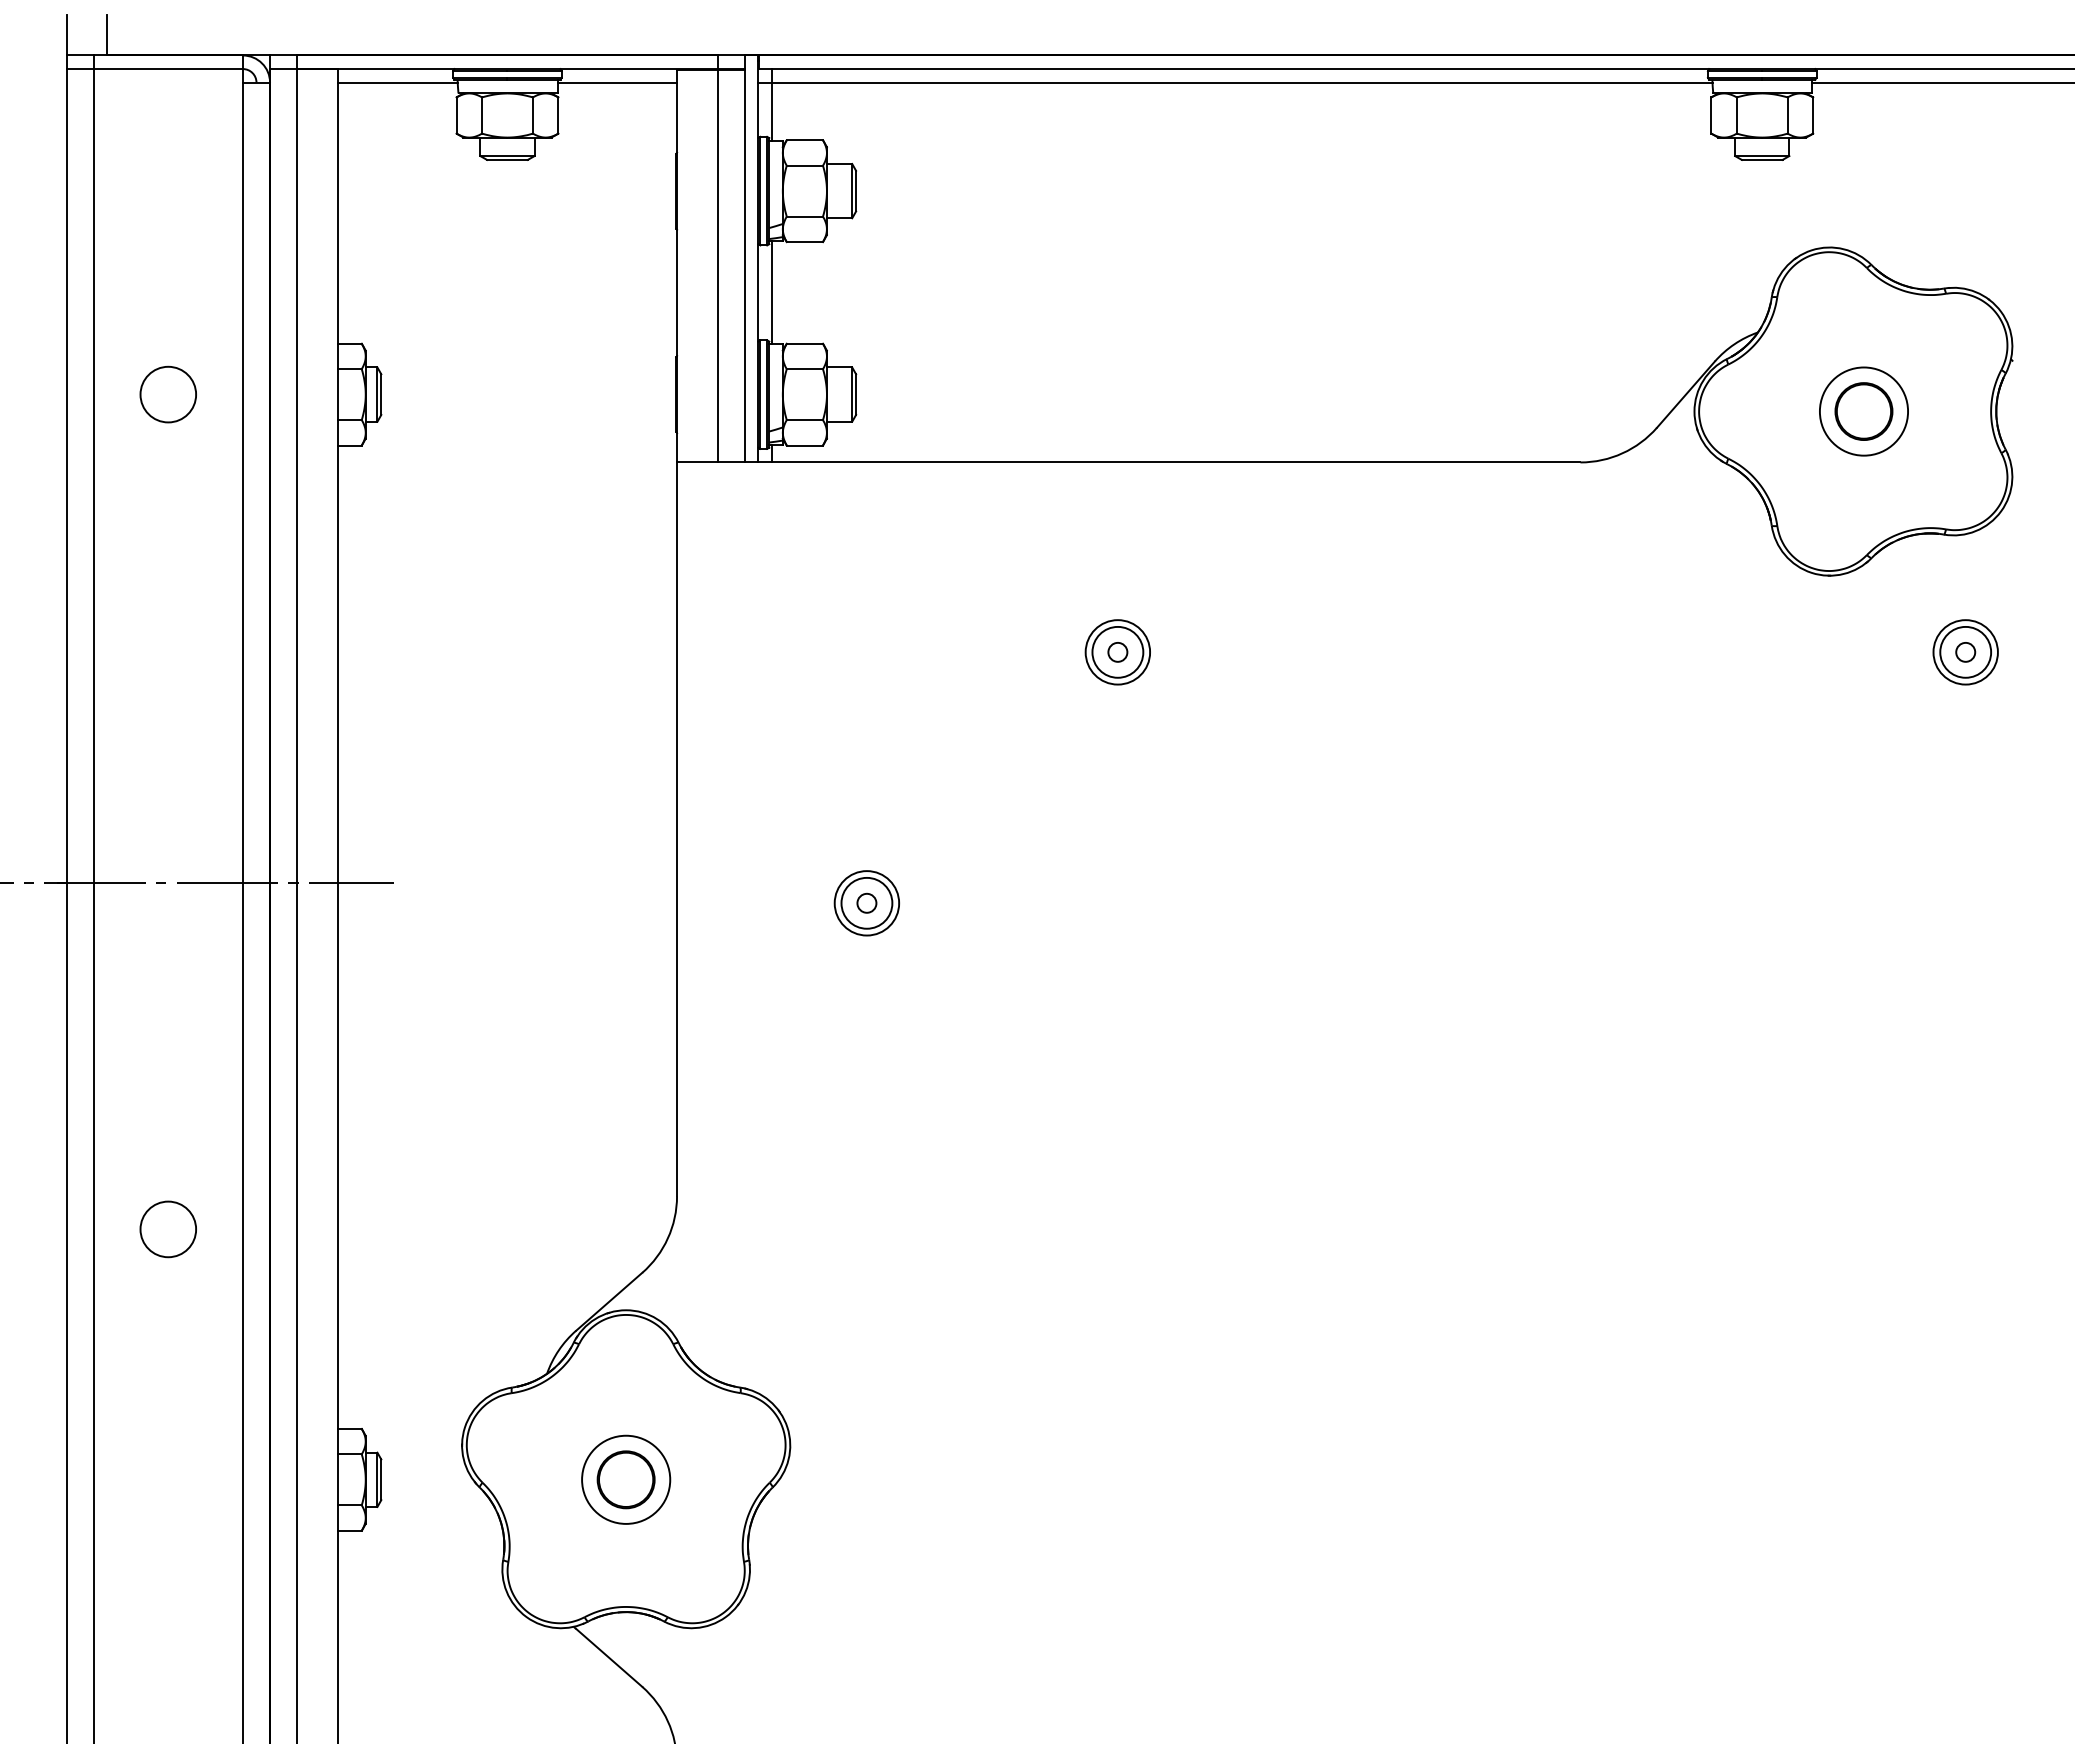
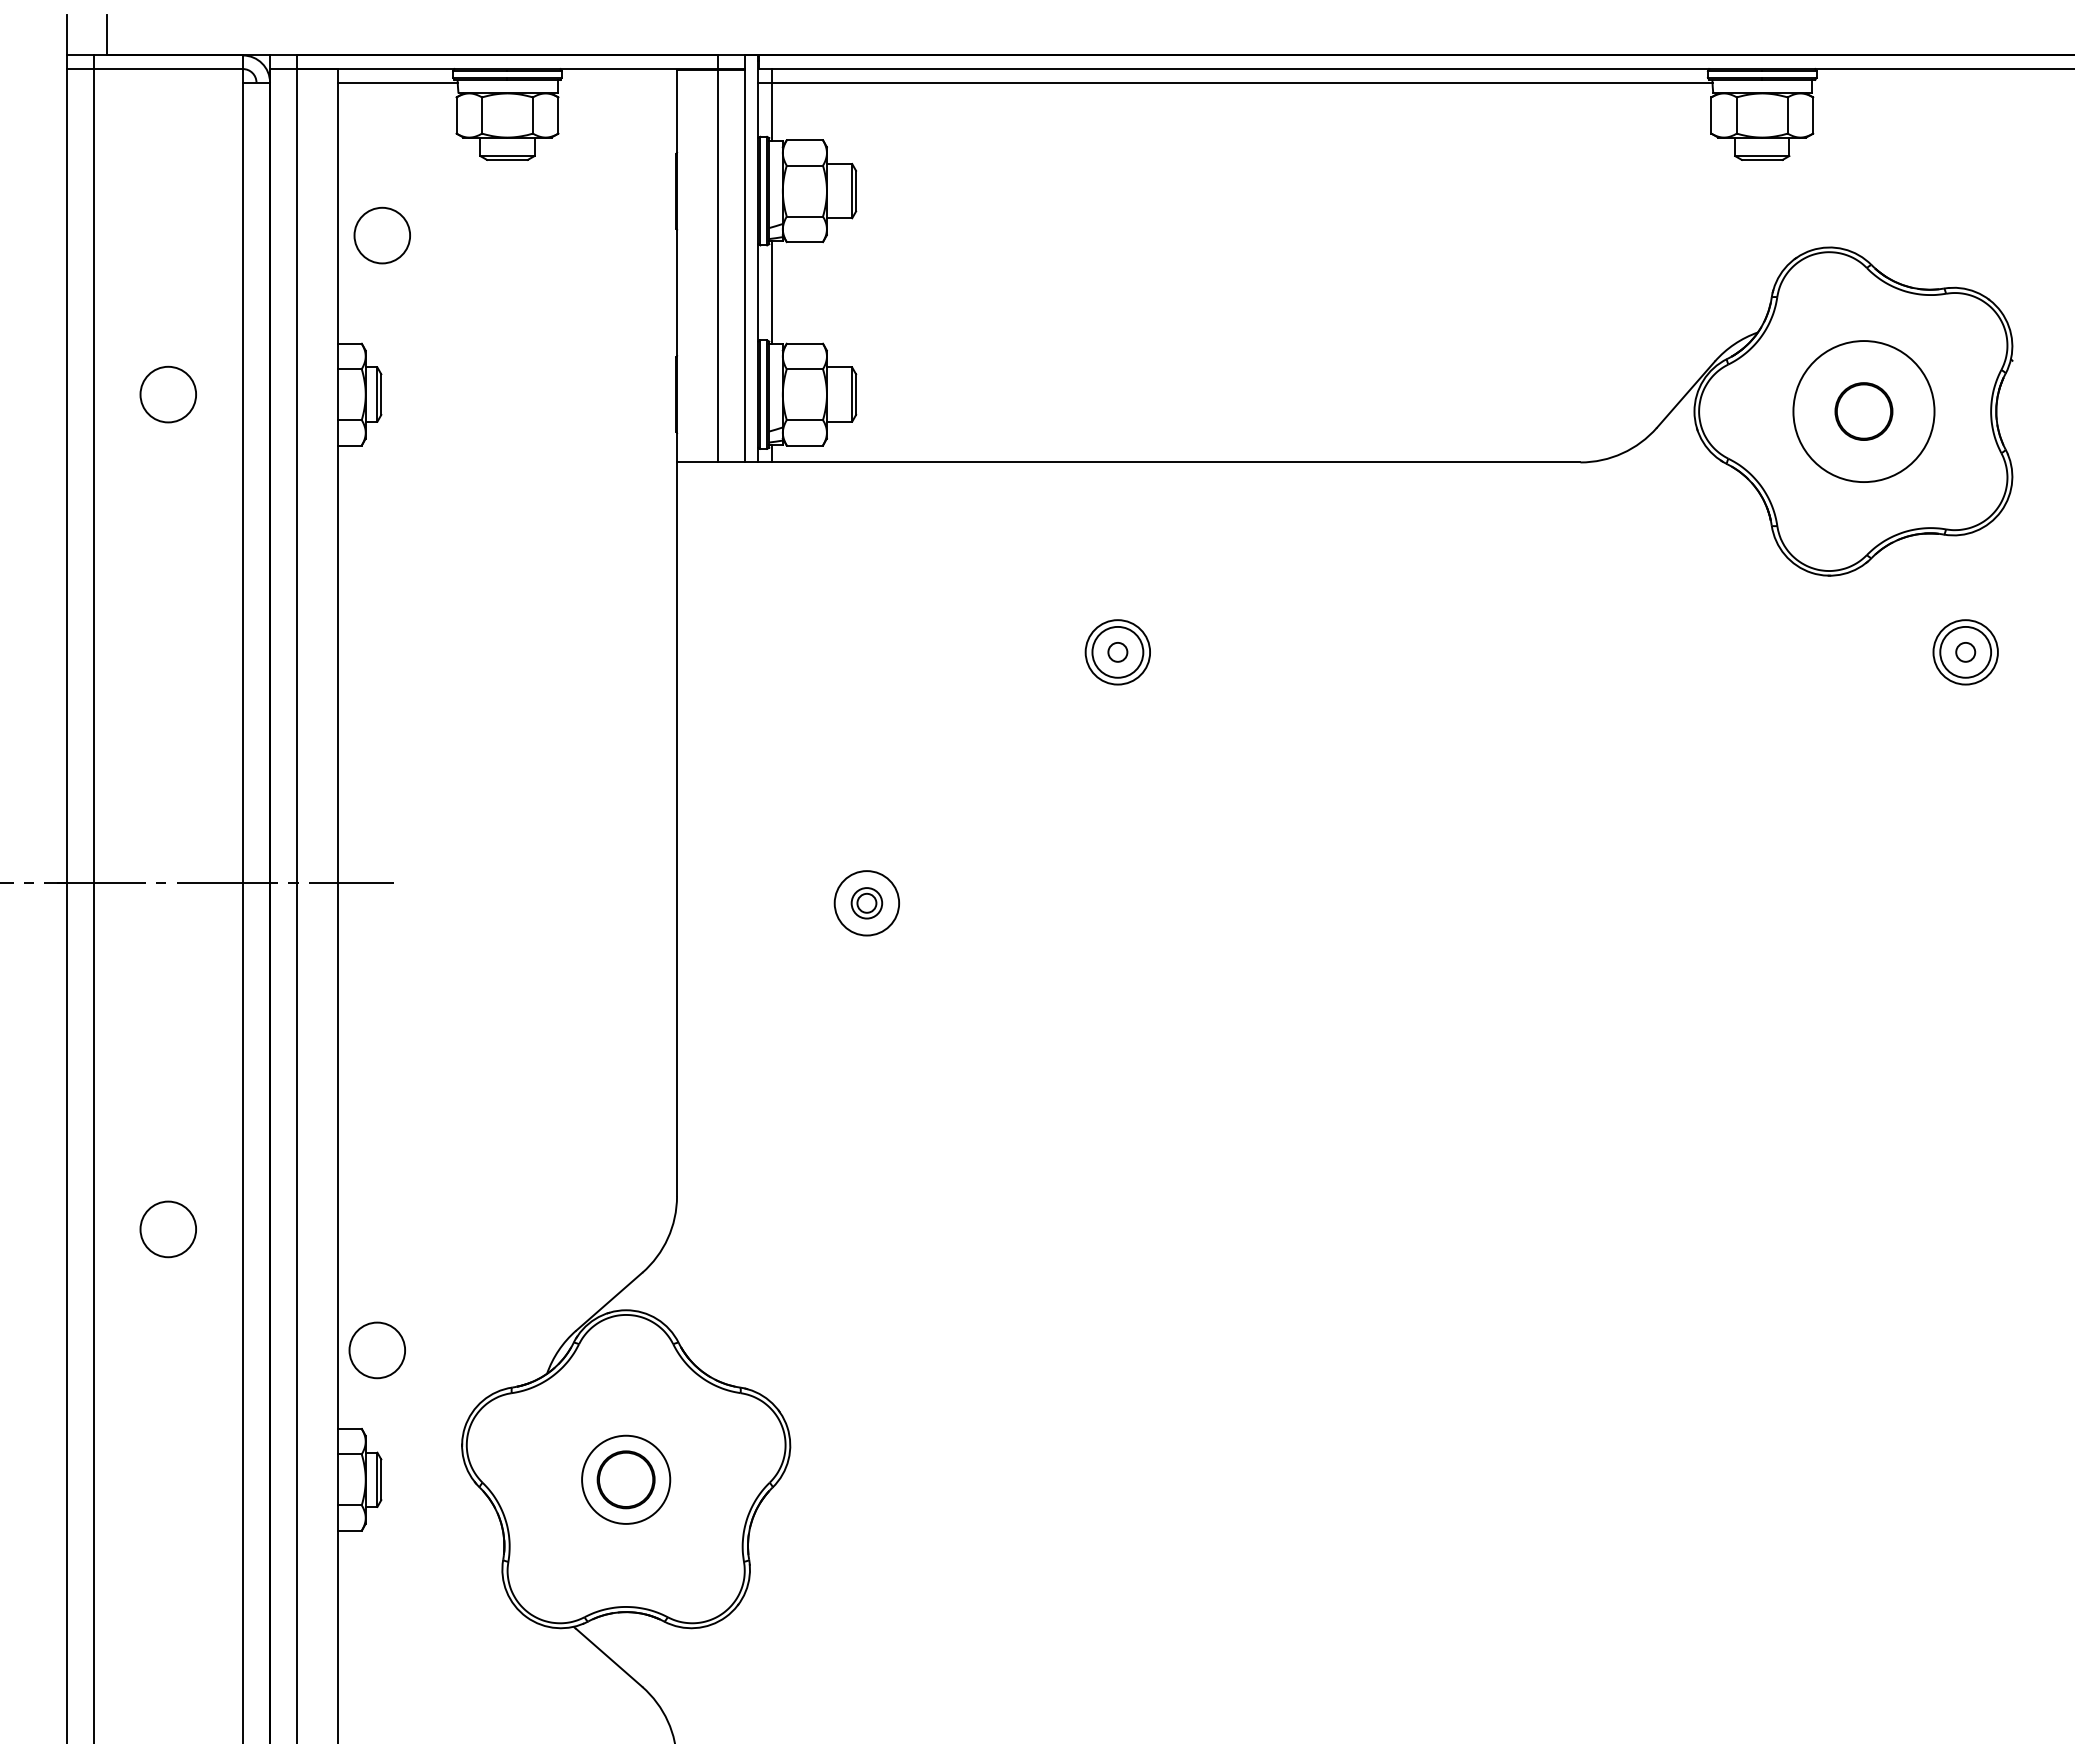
line at (617, 82): present -> none
line at (1941, 82): present -> none
circle at (381, 235): none -> present
circle at (1863, 411) diameter: 88 px -> 141 px
circle at (866, 902) diameter: 51 px -> 31 px
circle at (376, 1350): none -> present
